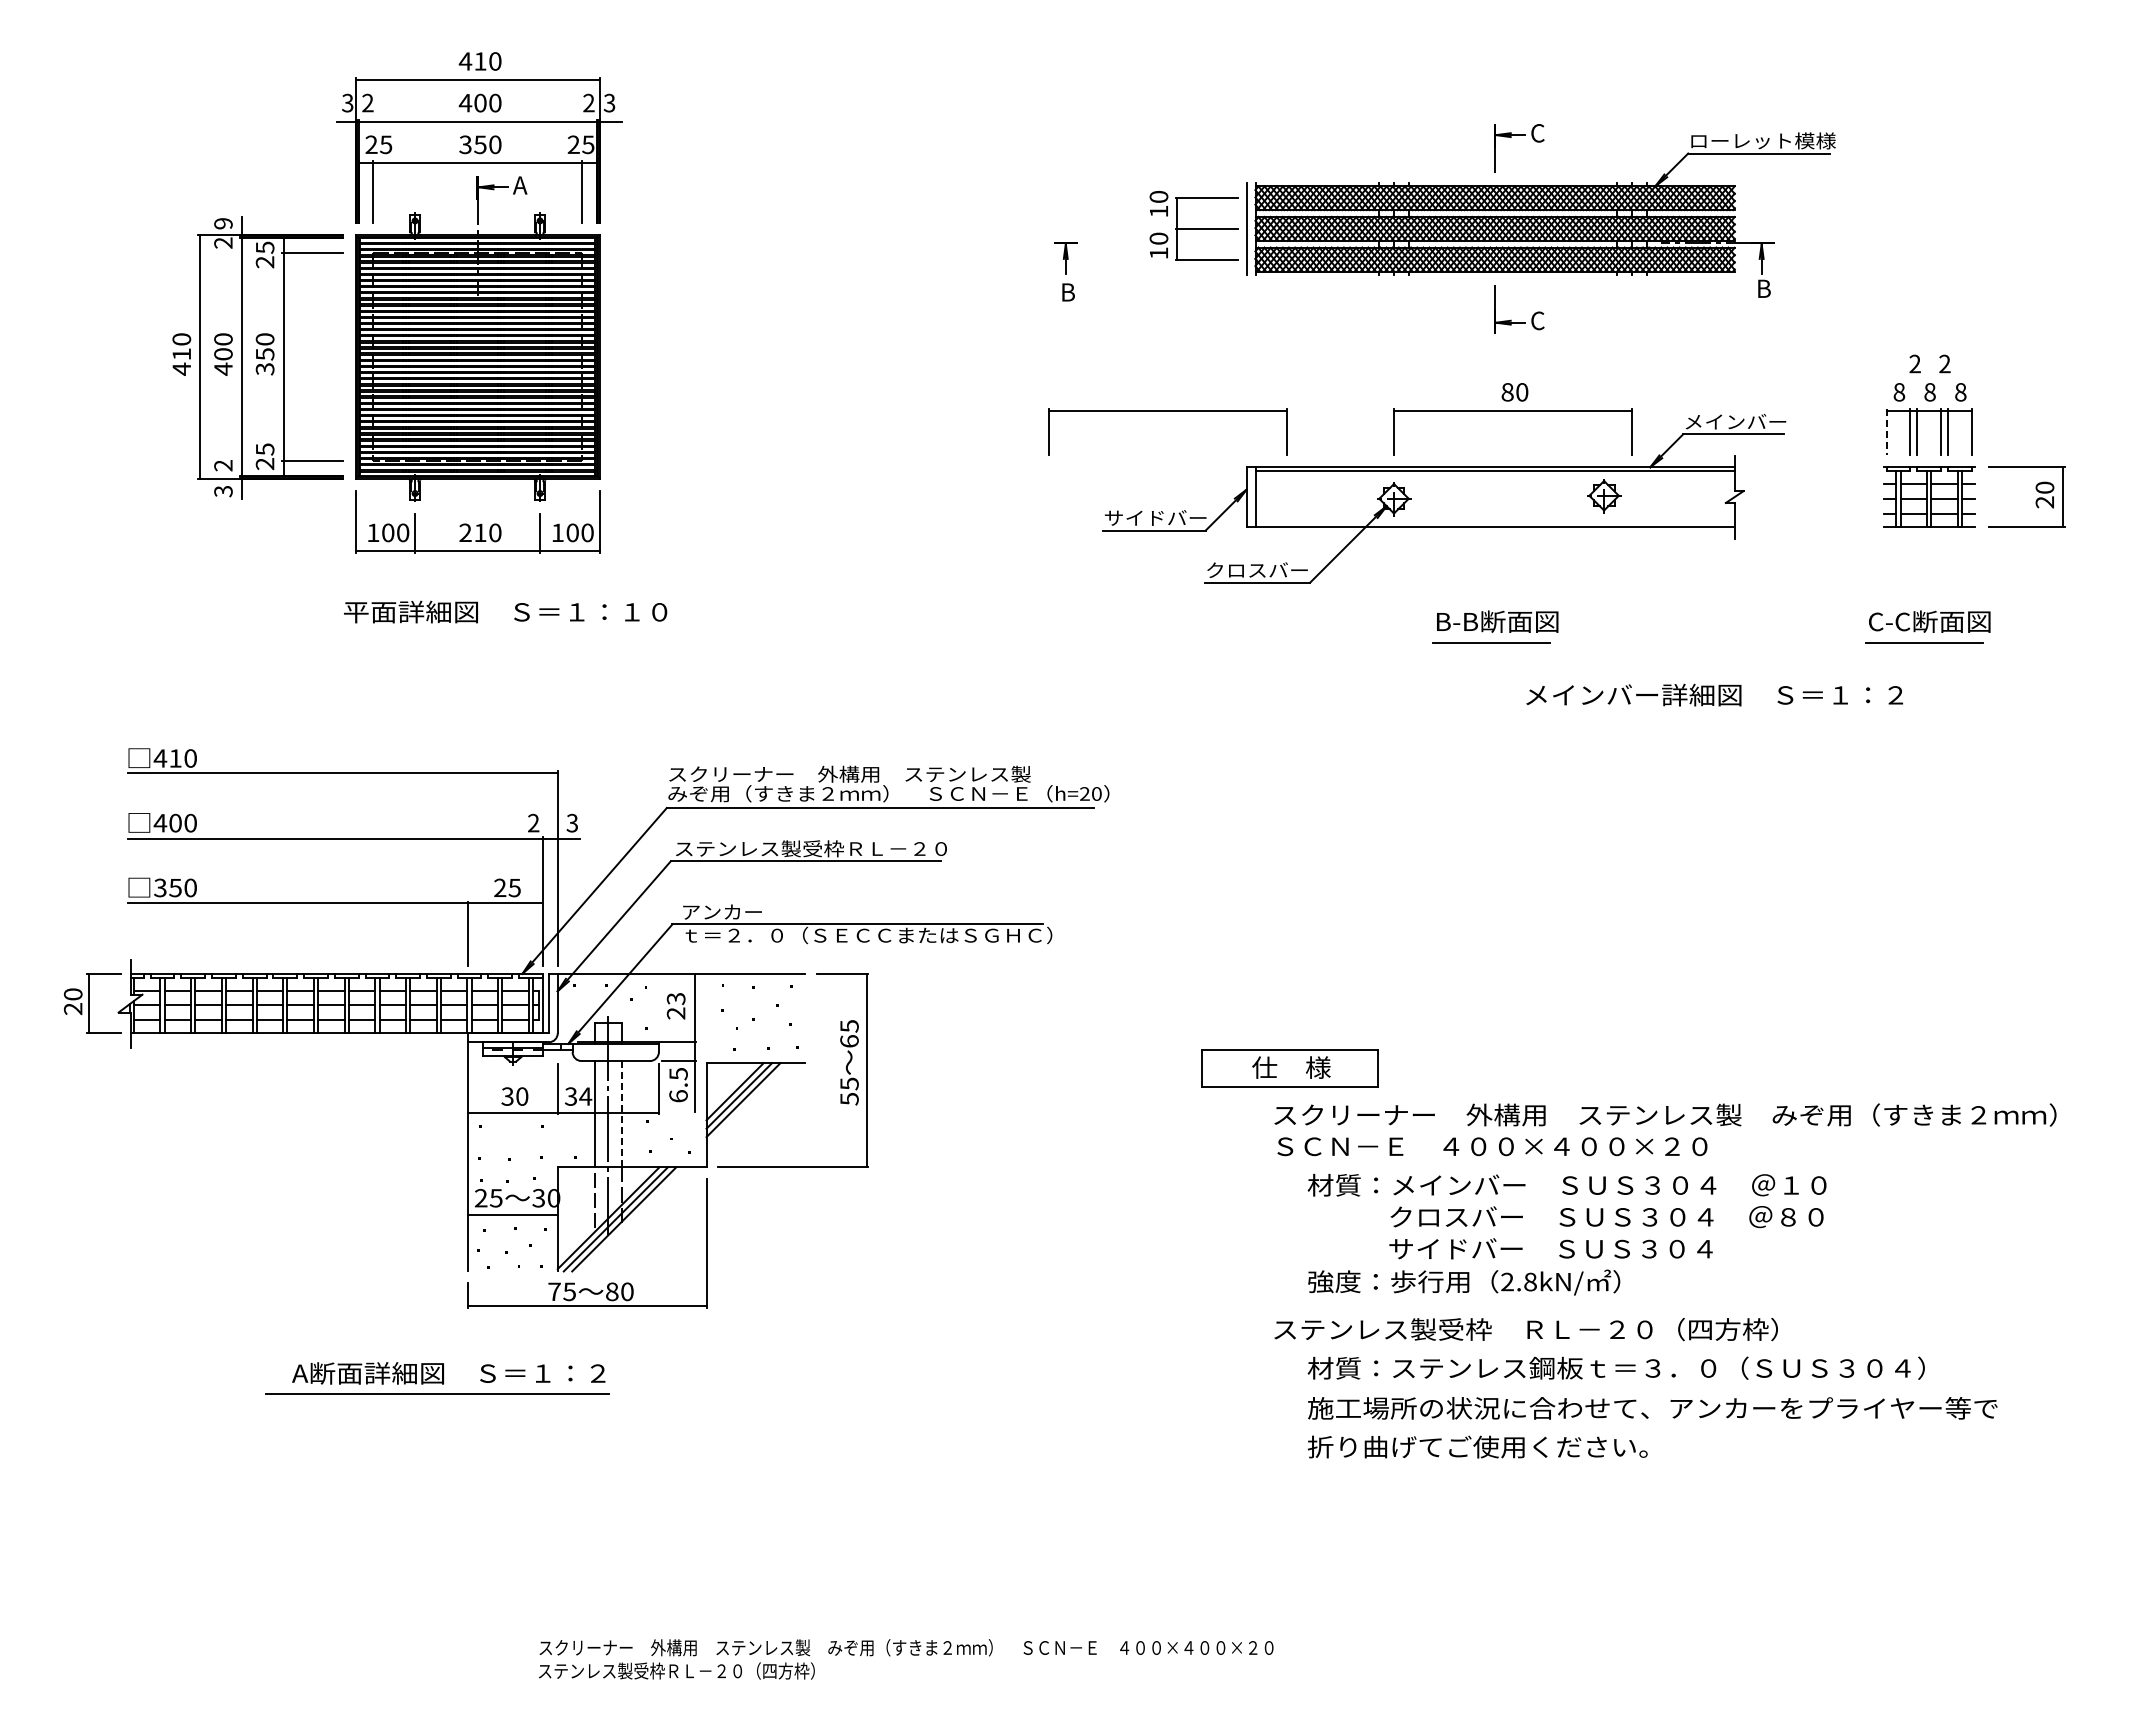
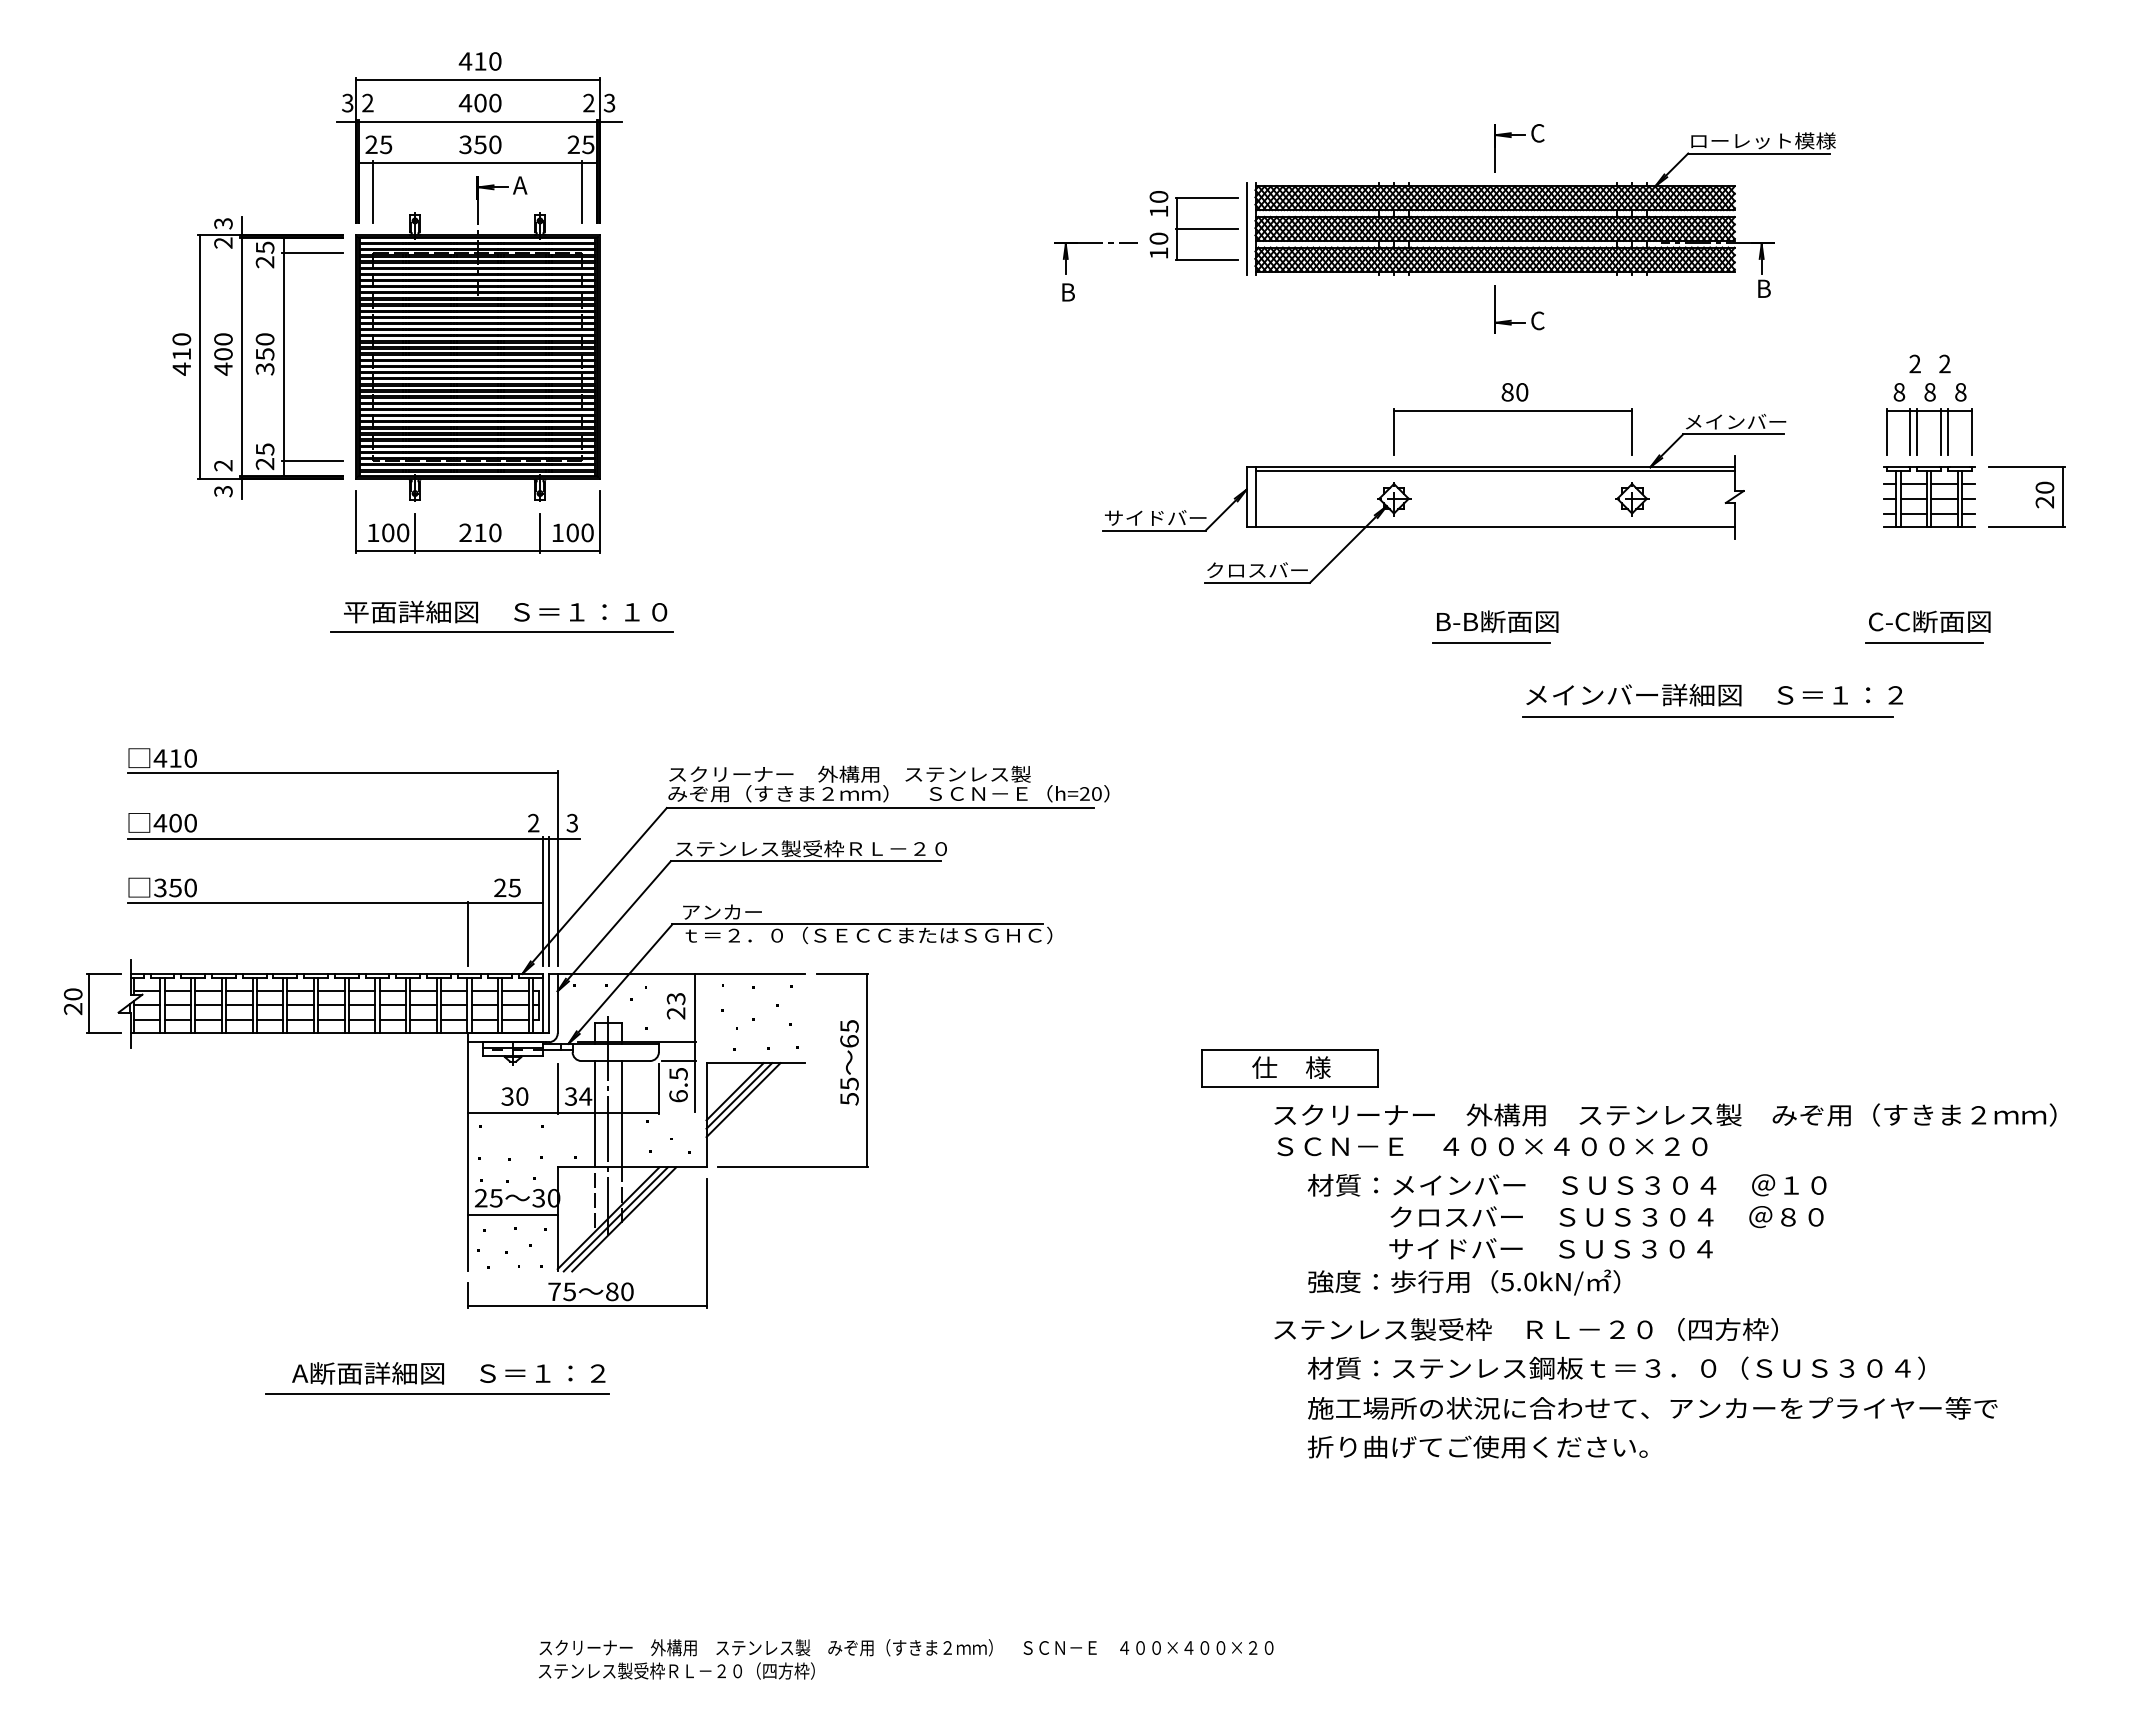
text at (223, 223): 9 -> 3
line at (1107, 242): none -> present
part at (1167, 411): present -> none
line at (1886, 432): dashed -> solid
part at (1604, 496) position: (1604, 496) -> (1632, 499)
line at (501, 632): none -> present
line at (1707, 716): none -> present
line at (548, 901): none -> present
line at (621, 1113): dashed -> solid
text at (1518, 1281): 2.8kN/ -> 5.0kN/
